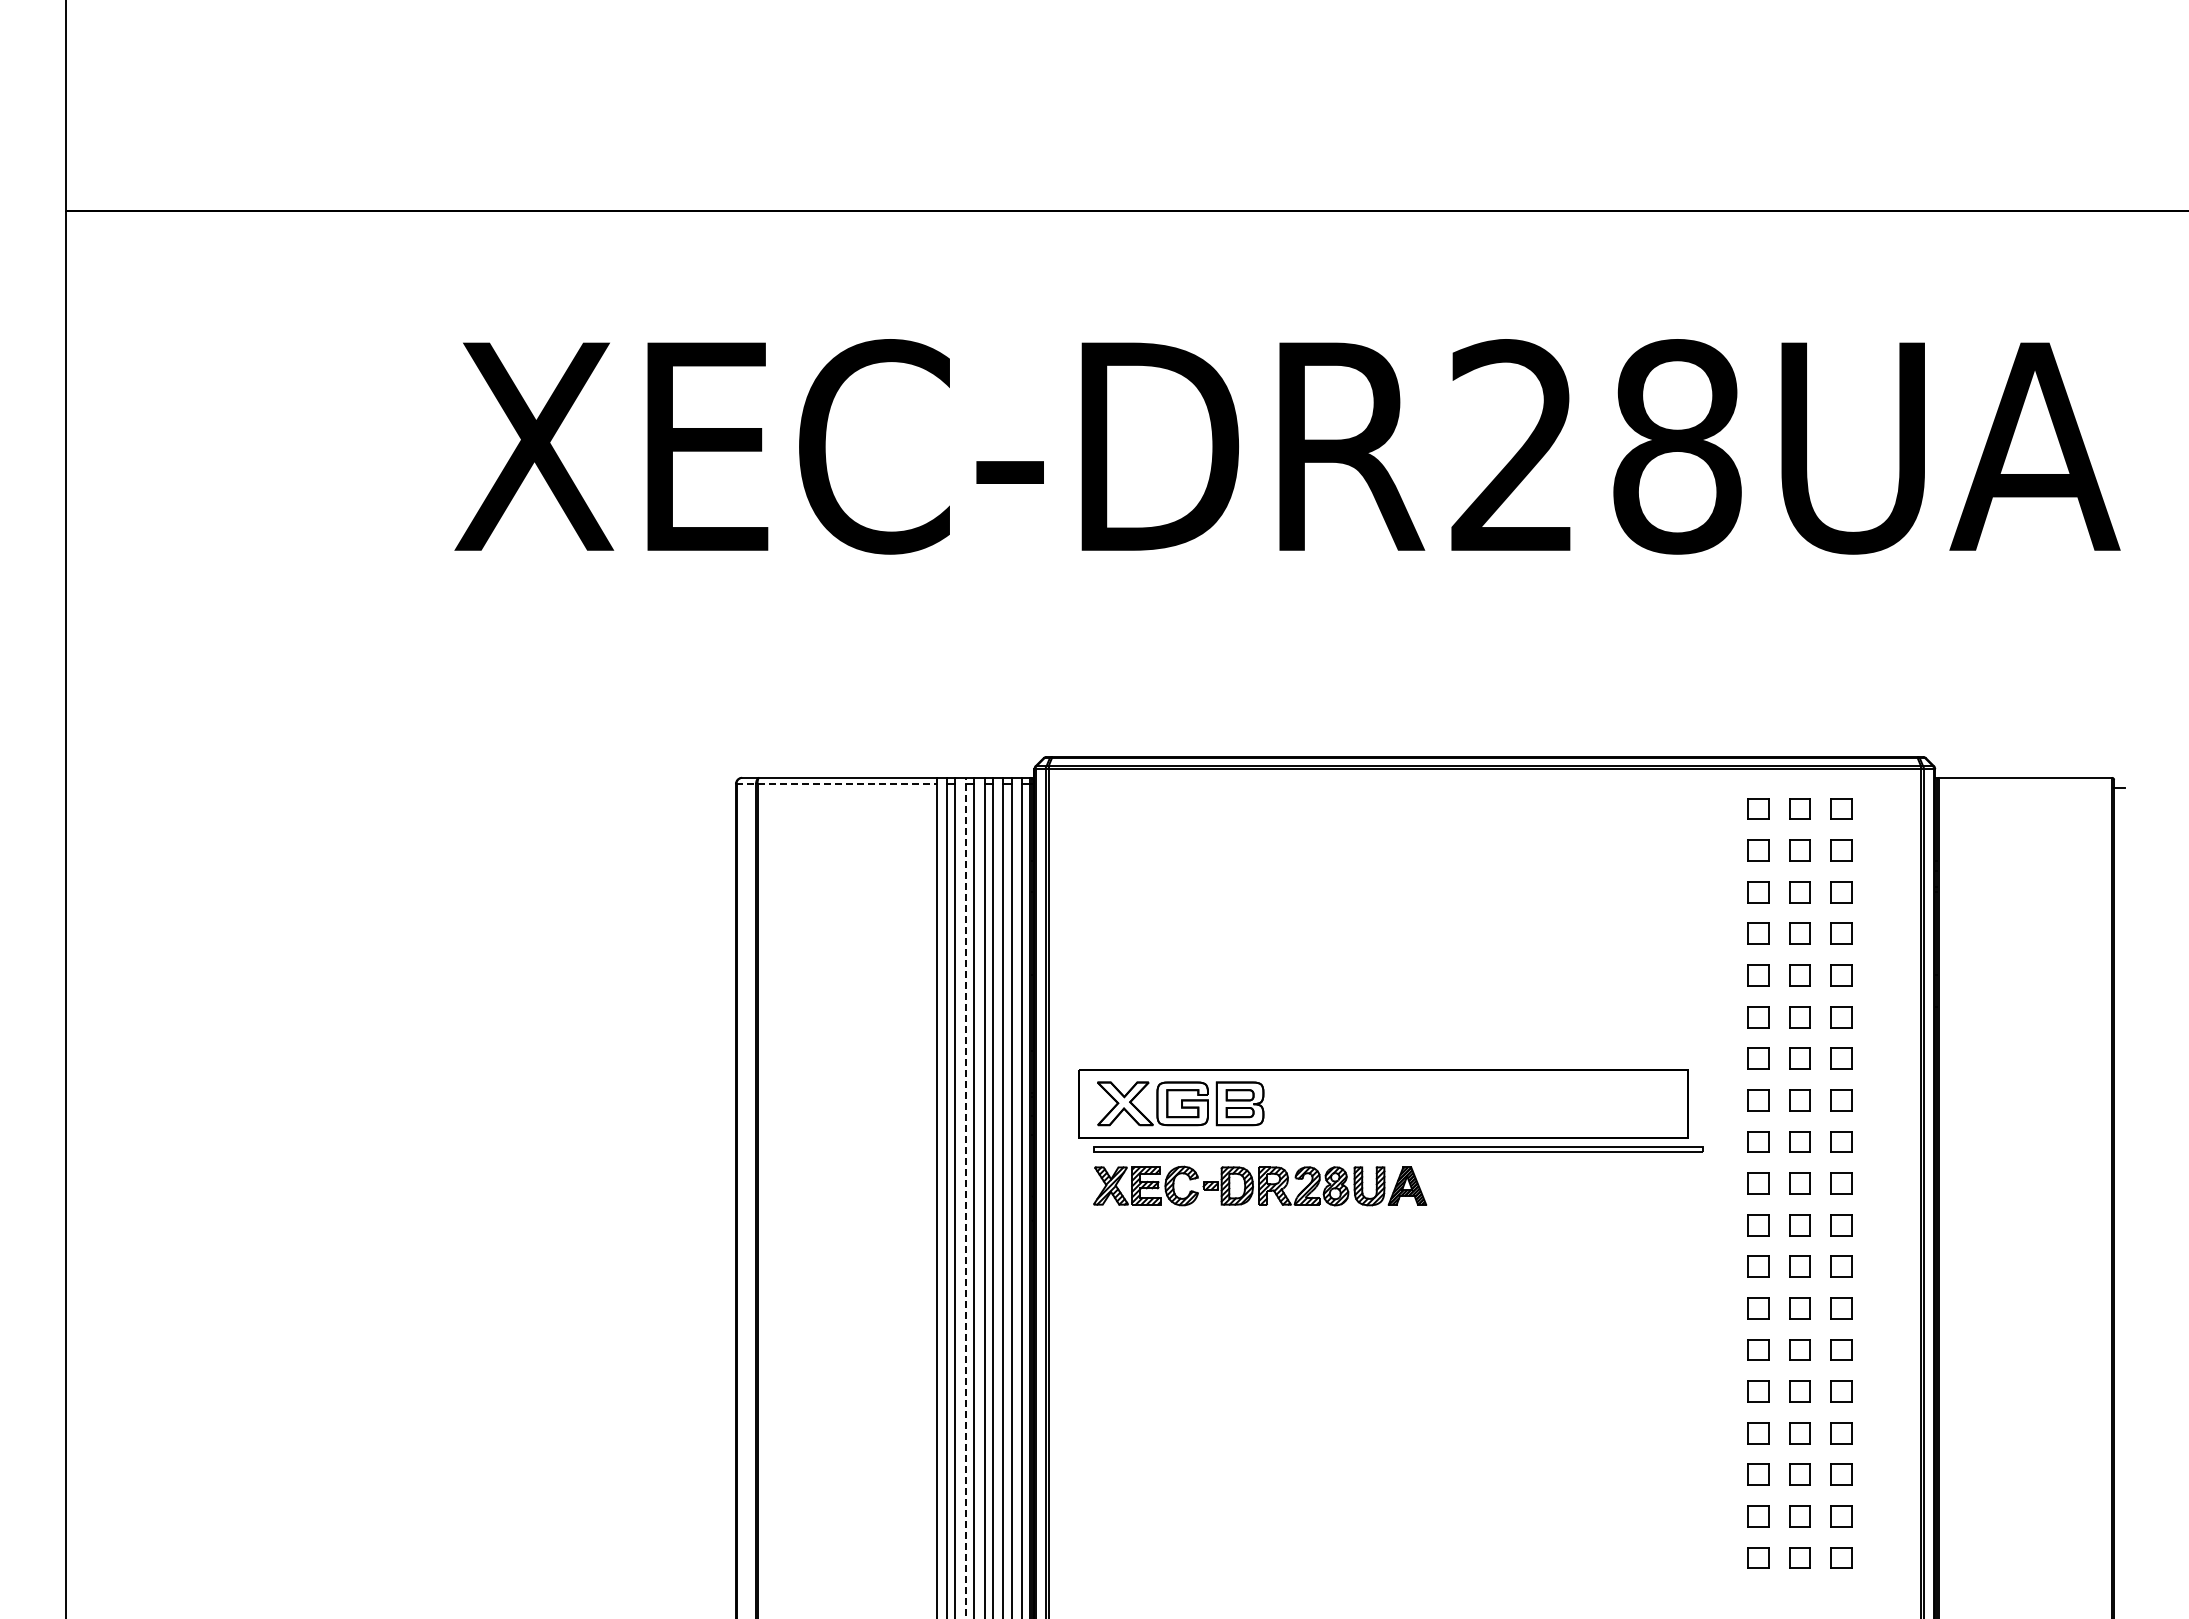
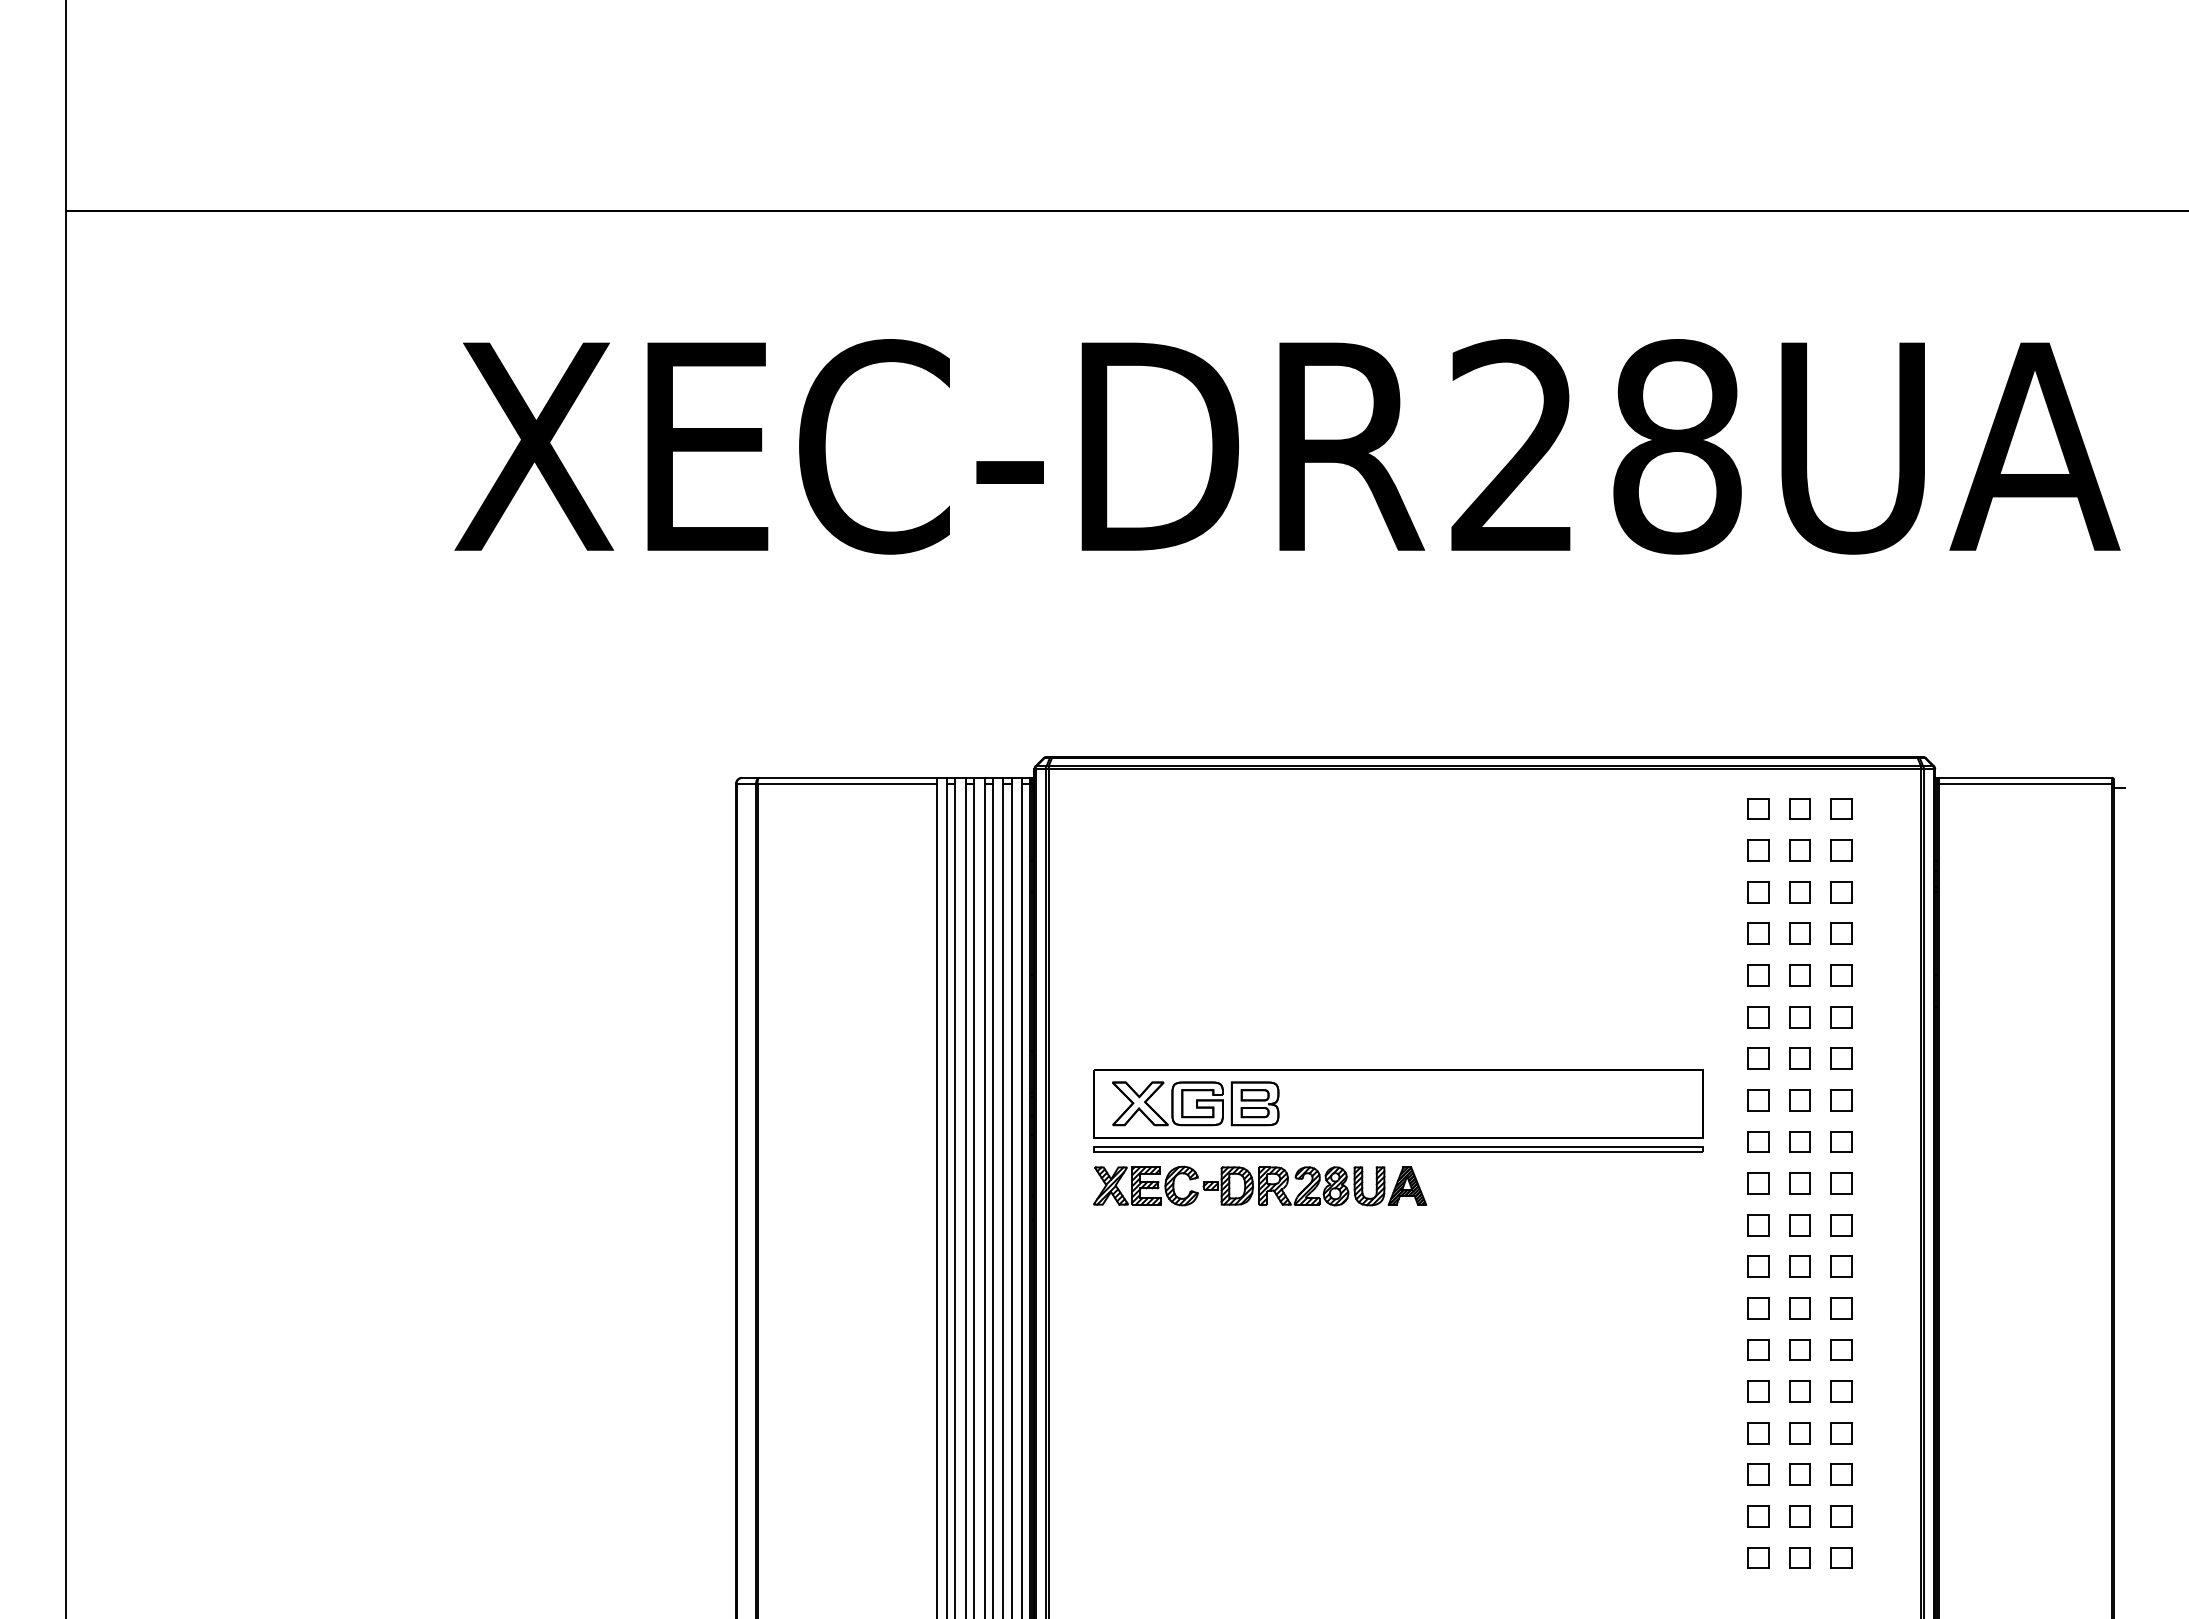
line at (836, 784): dashed -> solid
line at (2025, 784): none -> present
part at (1383, 1103) position: (1383, 1103) -> (1398, 1103)
line at (965, 1197): dashed -> solid
